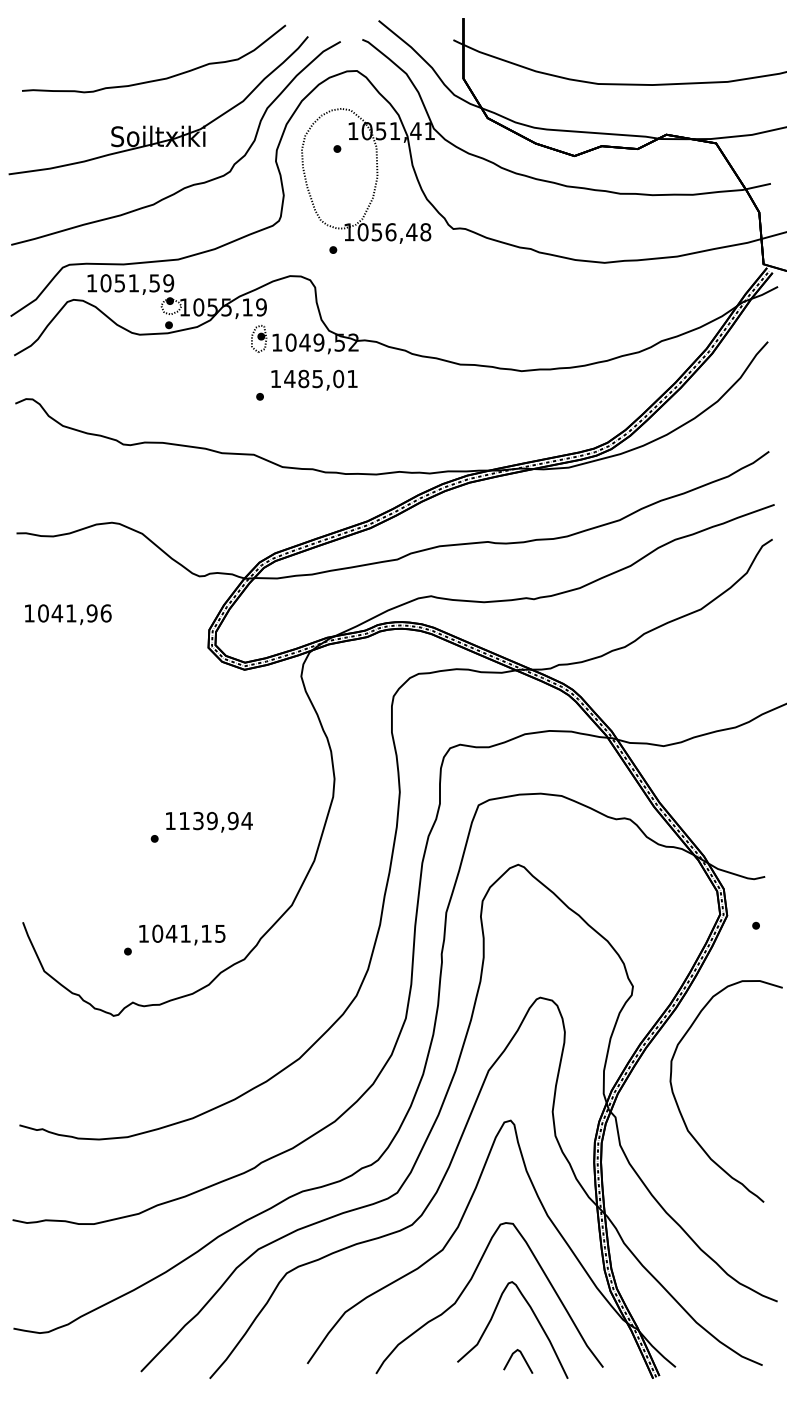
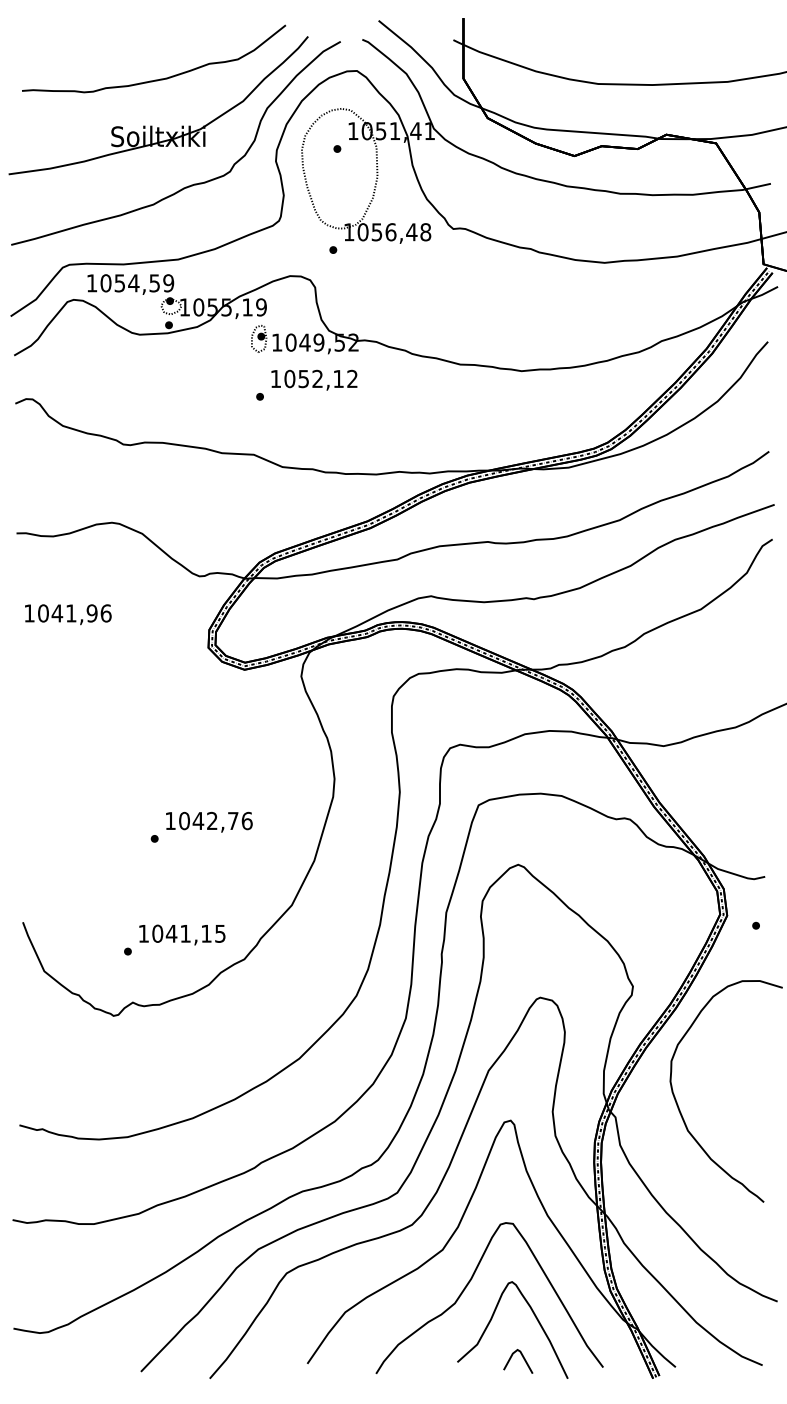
text at (133, 283): 1051,59 -> 1054,59
text at (320, 378): 1485,01 -> 1052,12
text at (215, 820): 1139,94 -> 1042,76
